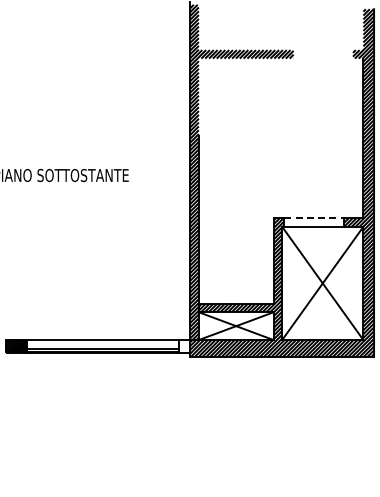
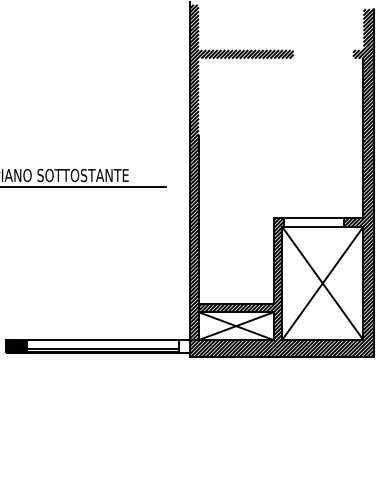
line at (83, 187): none -> present
line at (314, 218): dashed -> solid
